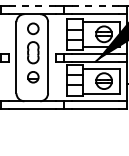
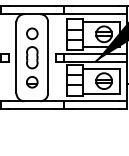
line at (32, 6): dashed -> solid
line at (95, 6): dashed -> solid
part at (33, 52) position: (33, 52) -> (32, 57)
